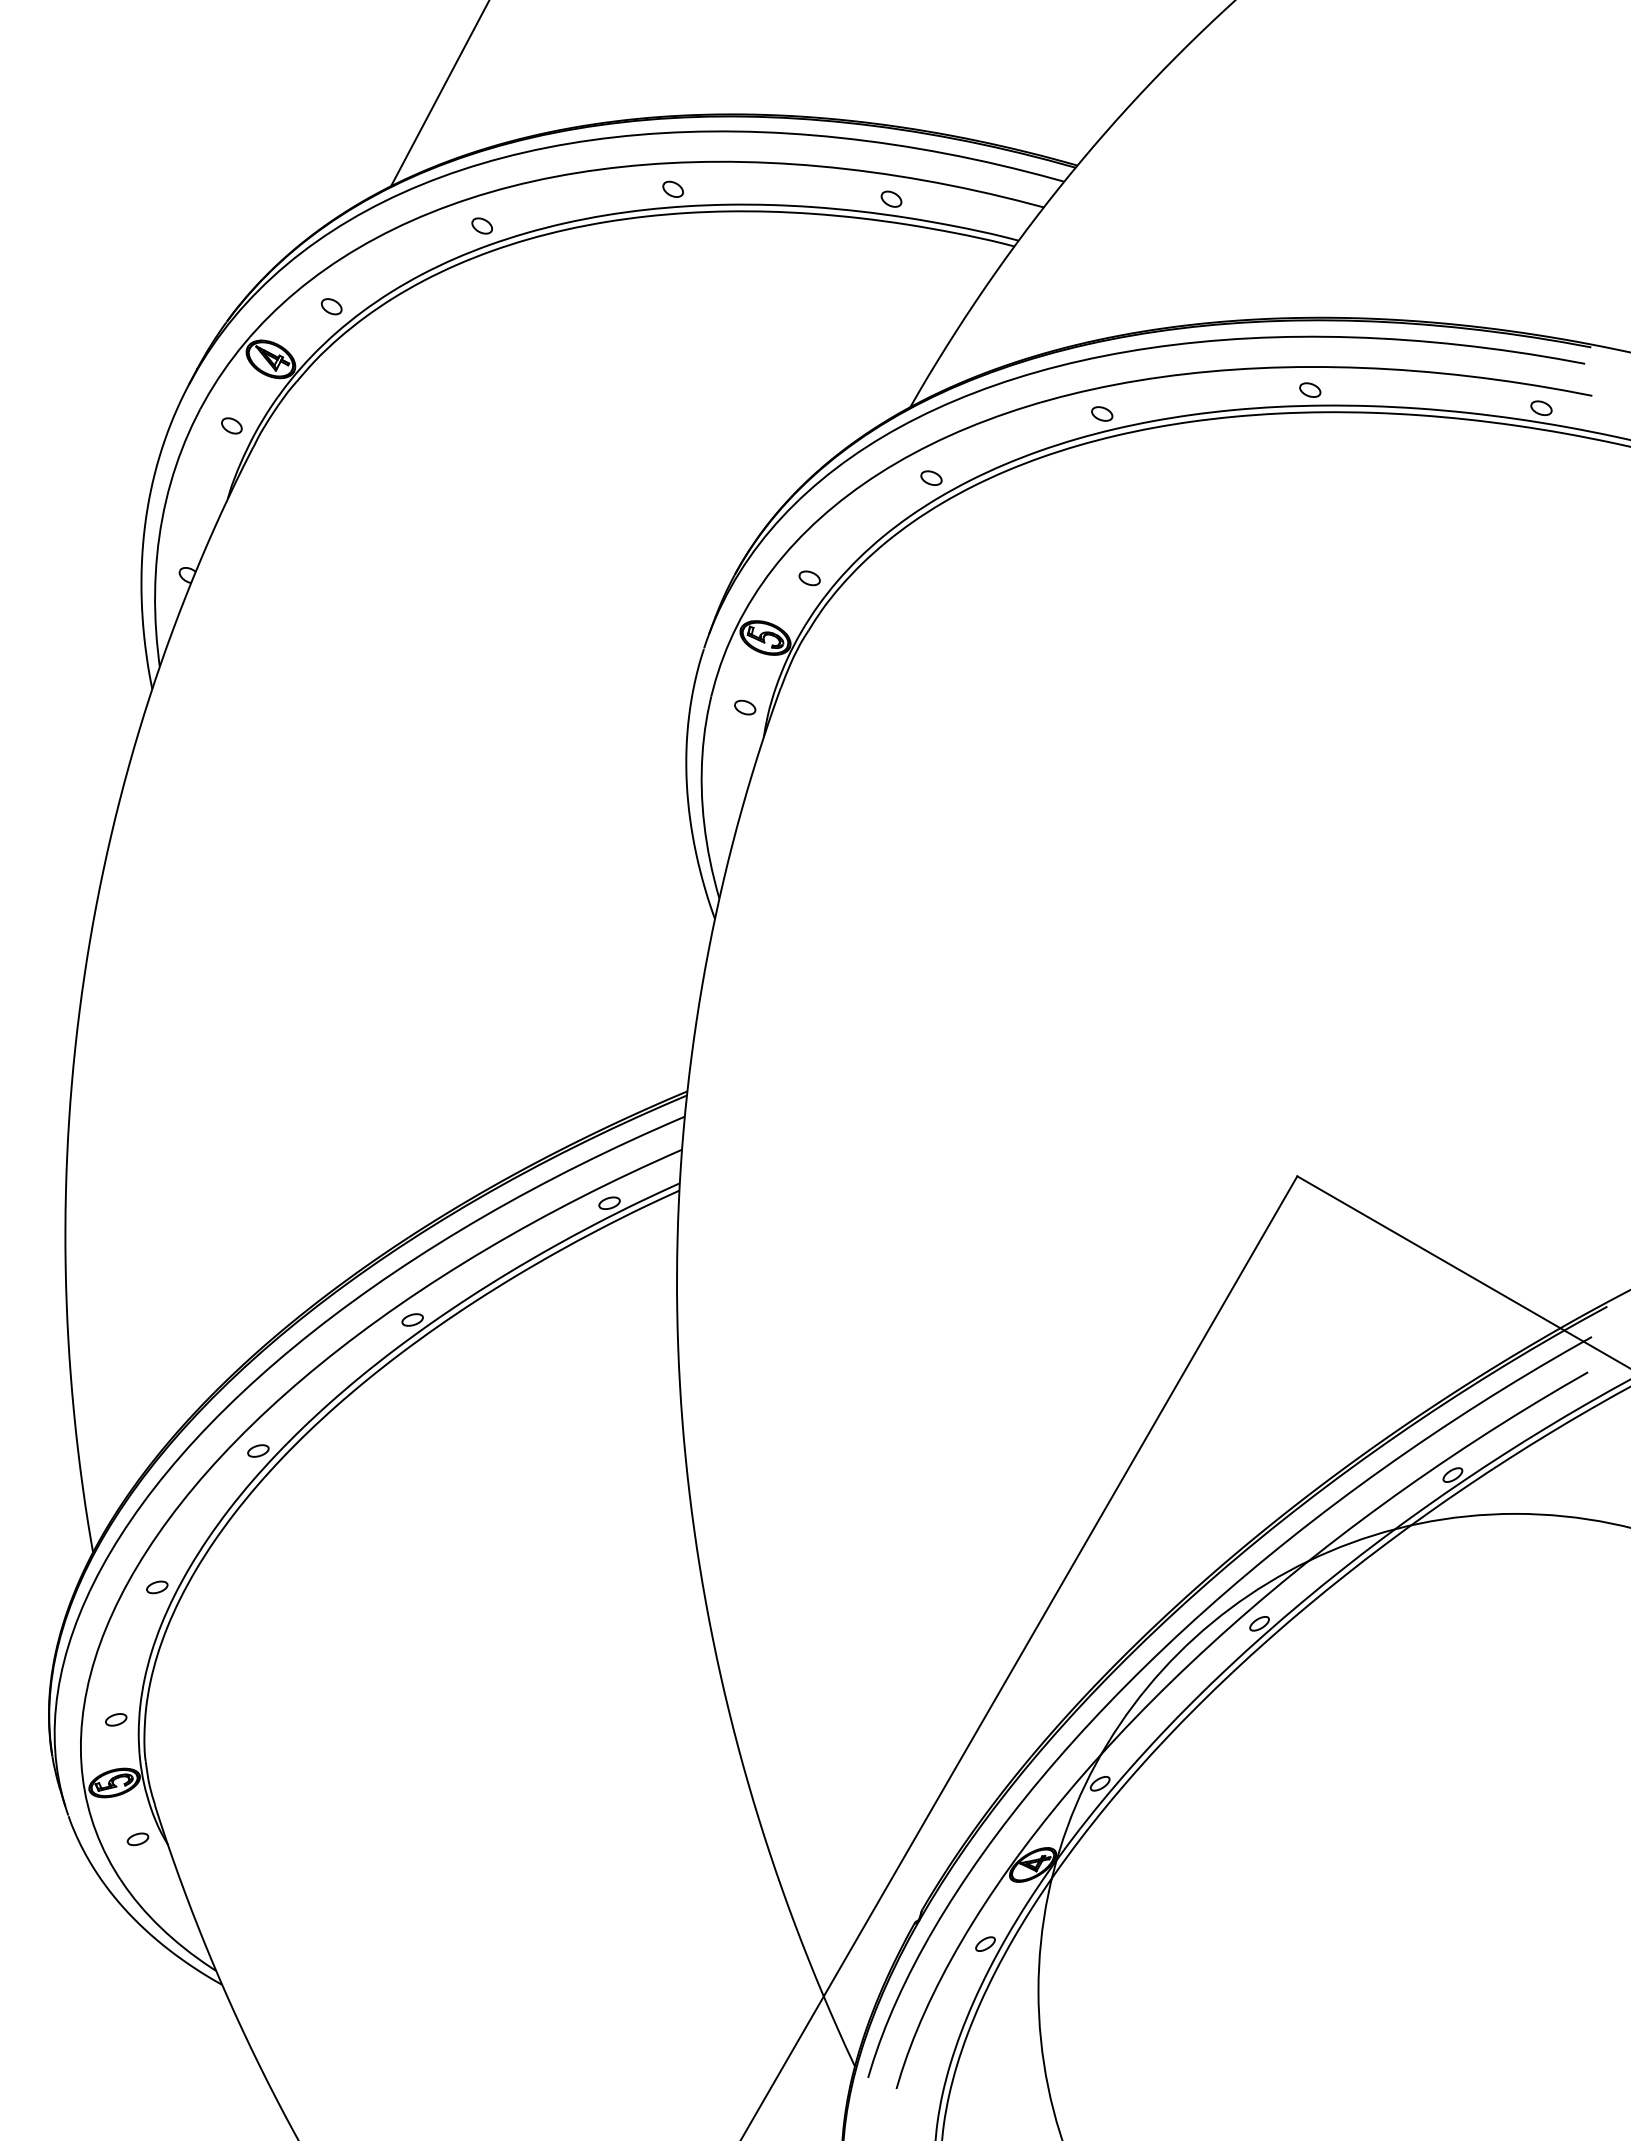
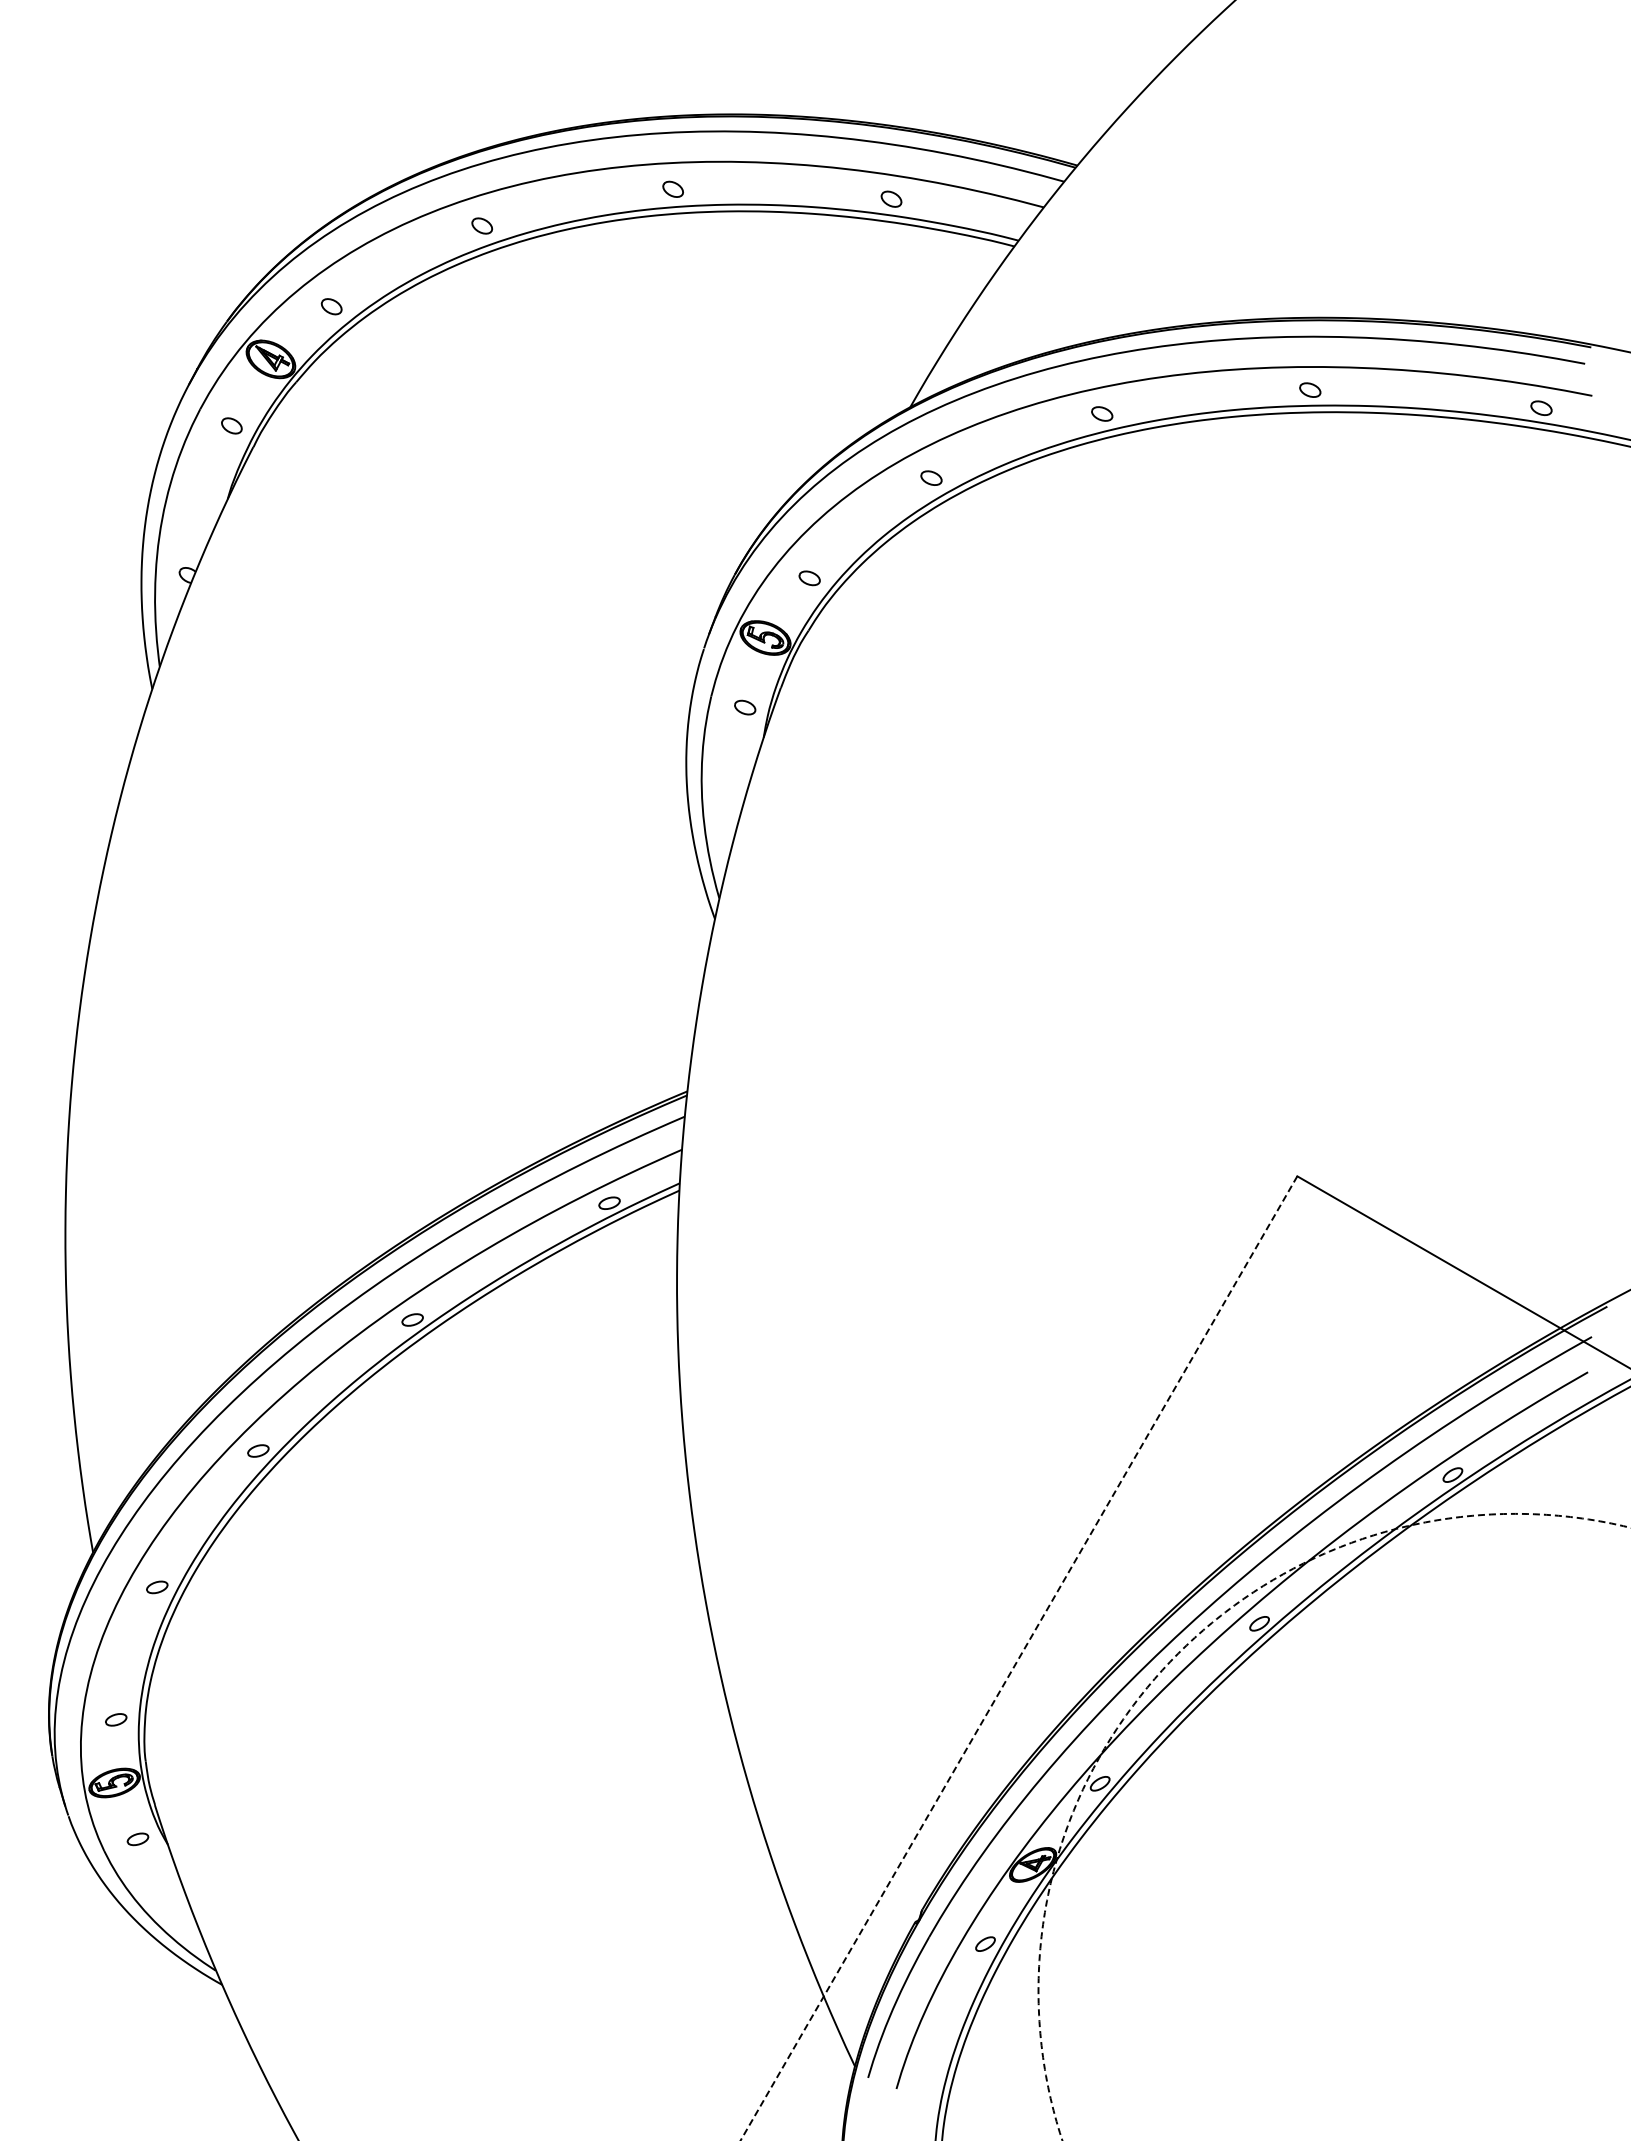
line at (439, 94): present -> none
line at (1018, 1658): solid -> dashed
circle at (1334, 1826): solid -> dashed
